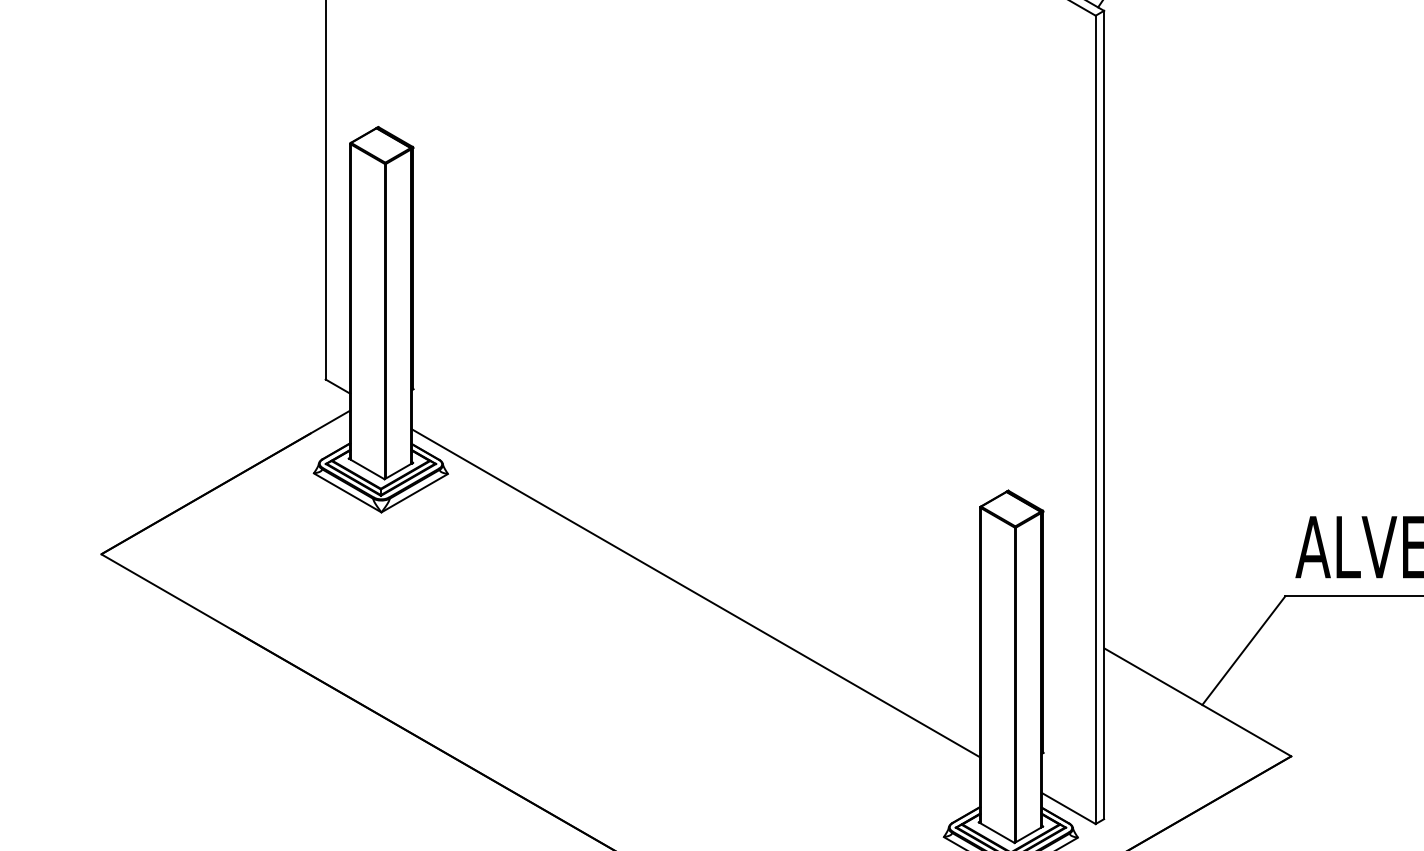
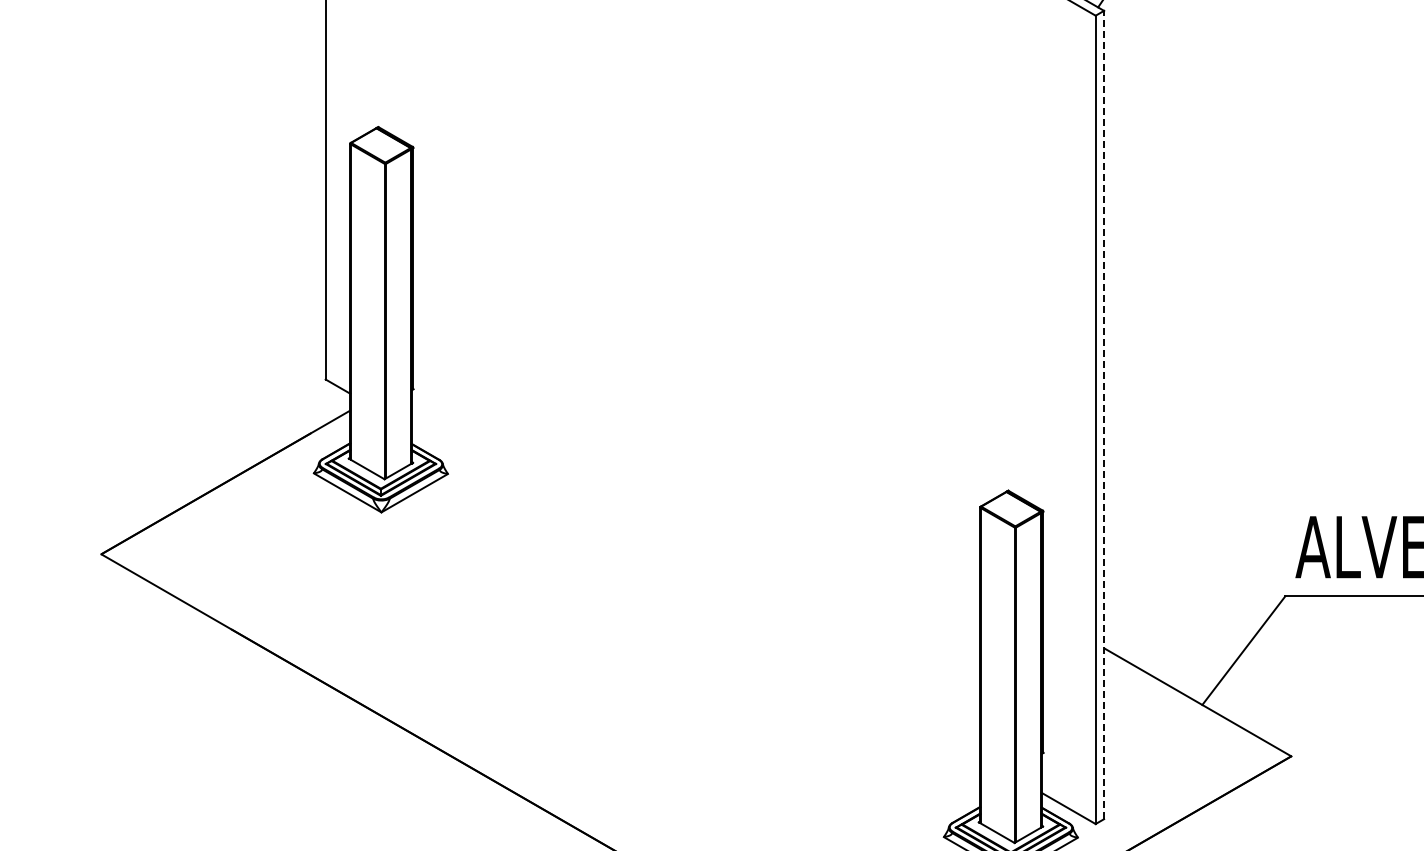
line at (1104, 414): solid -> dashed
line at (695, 593): present -> none
